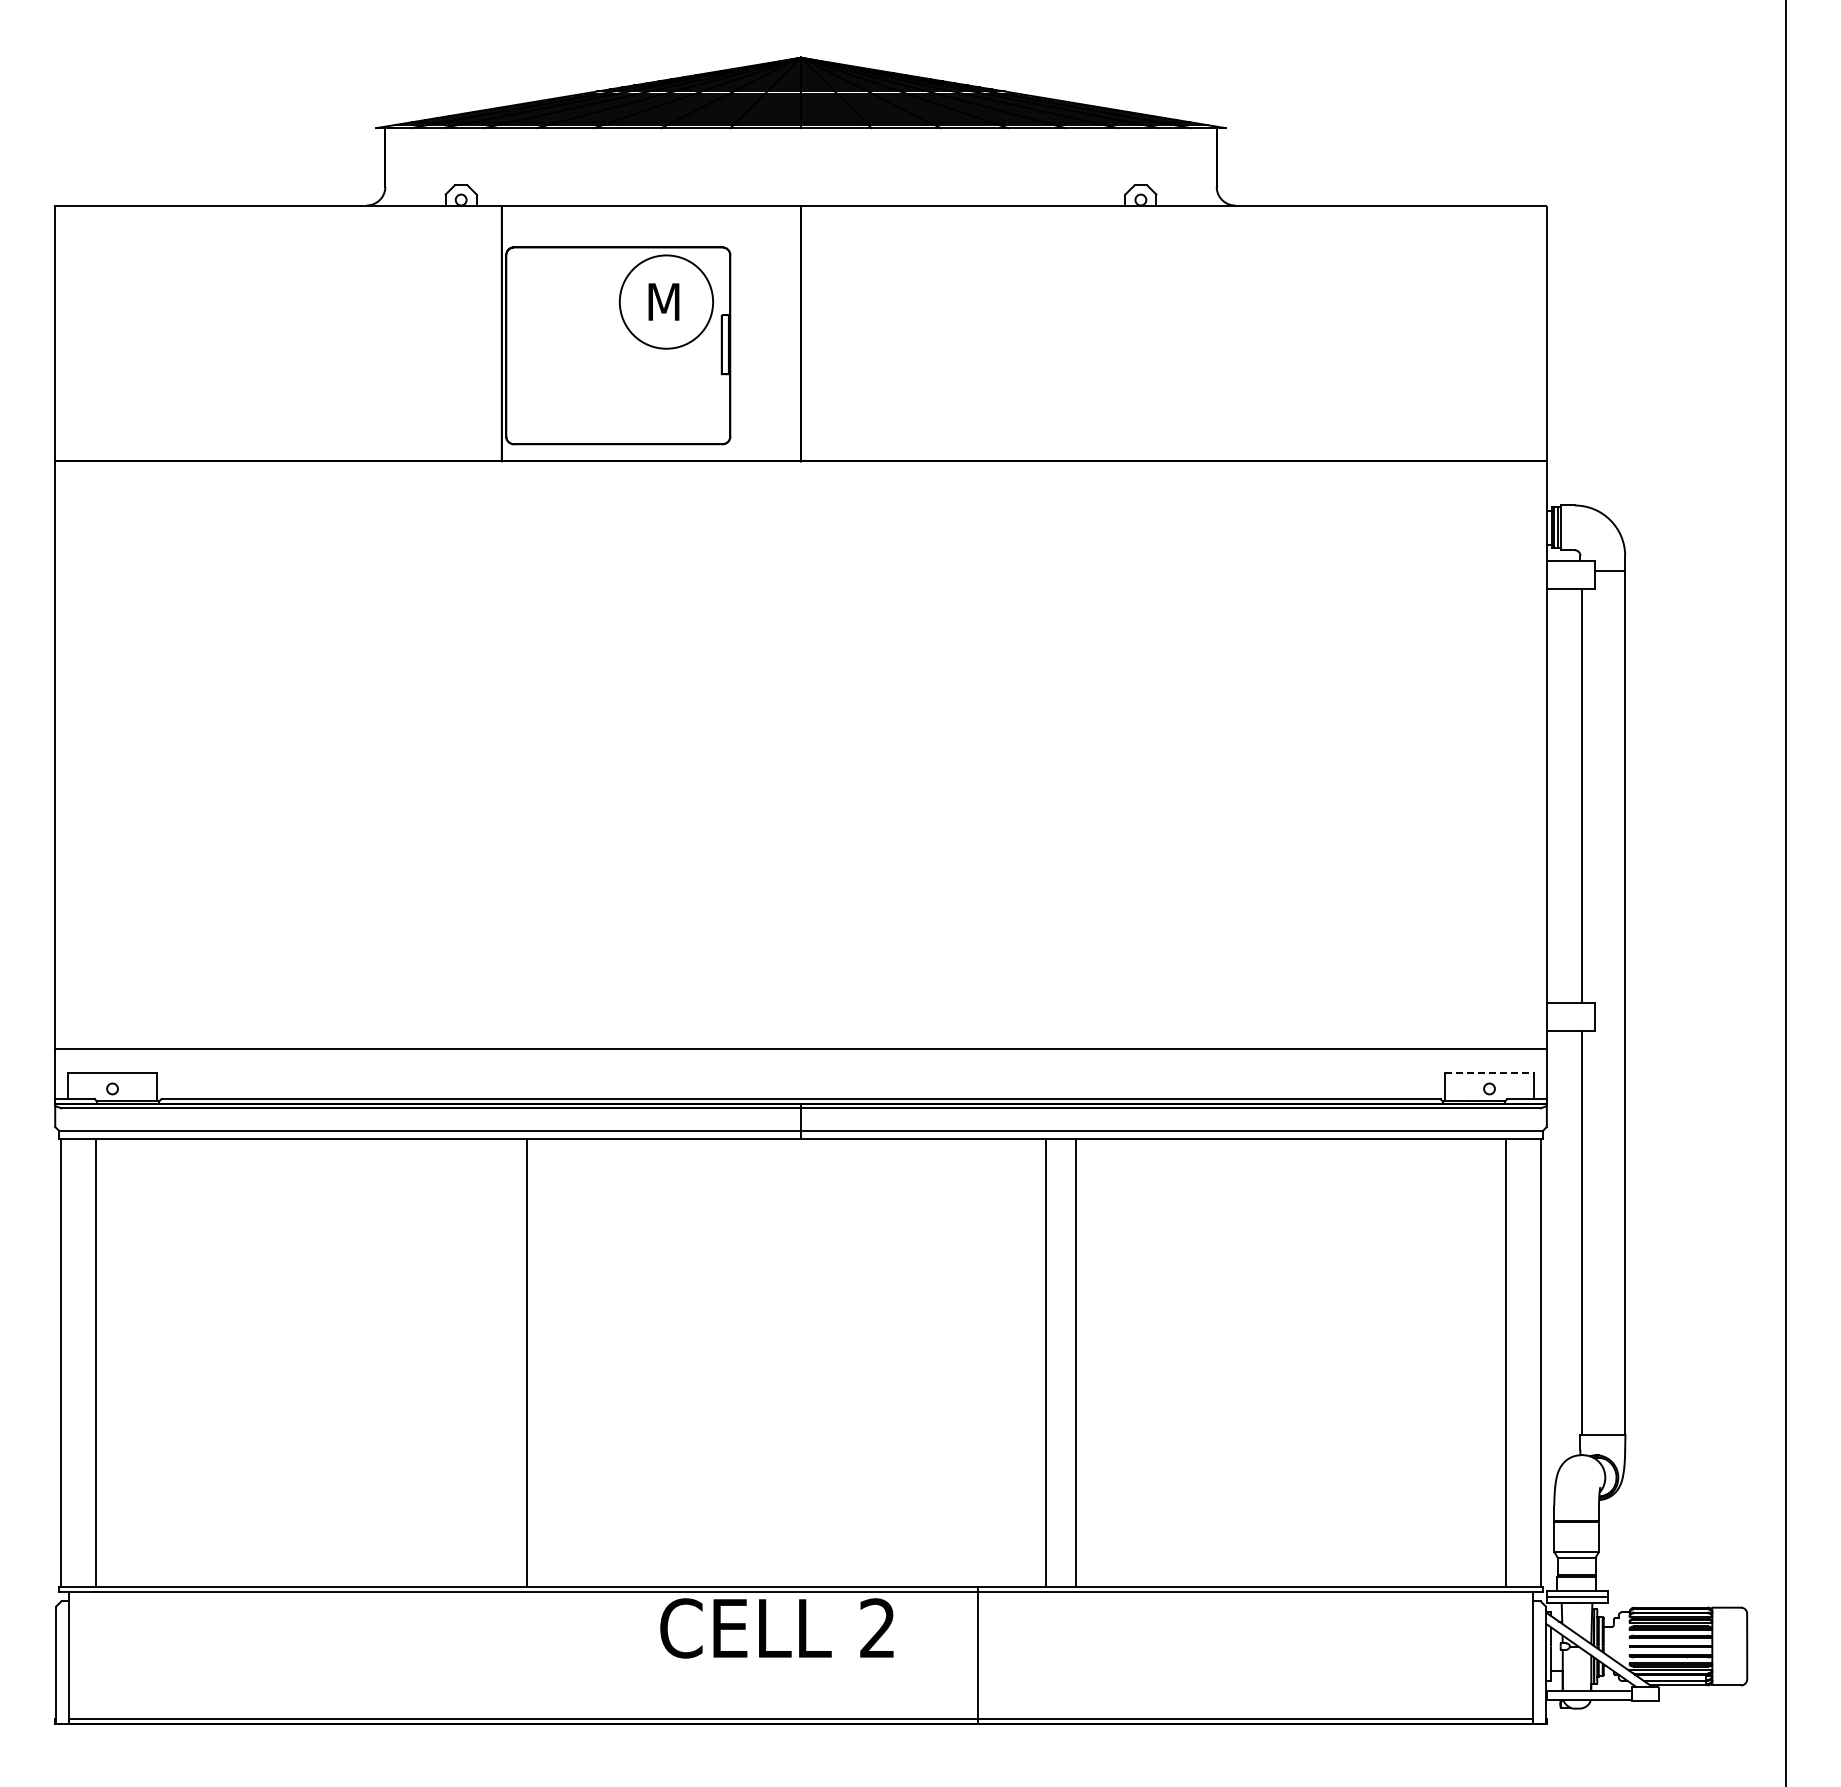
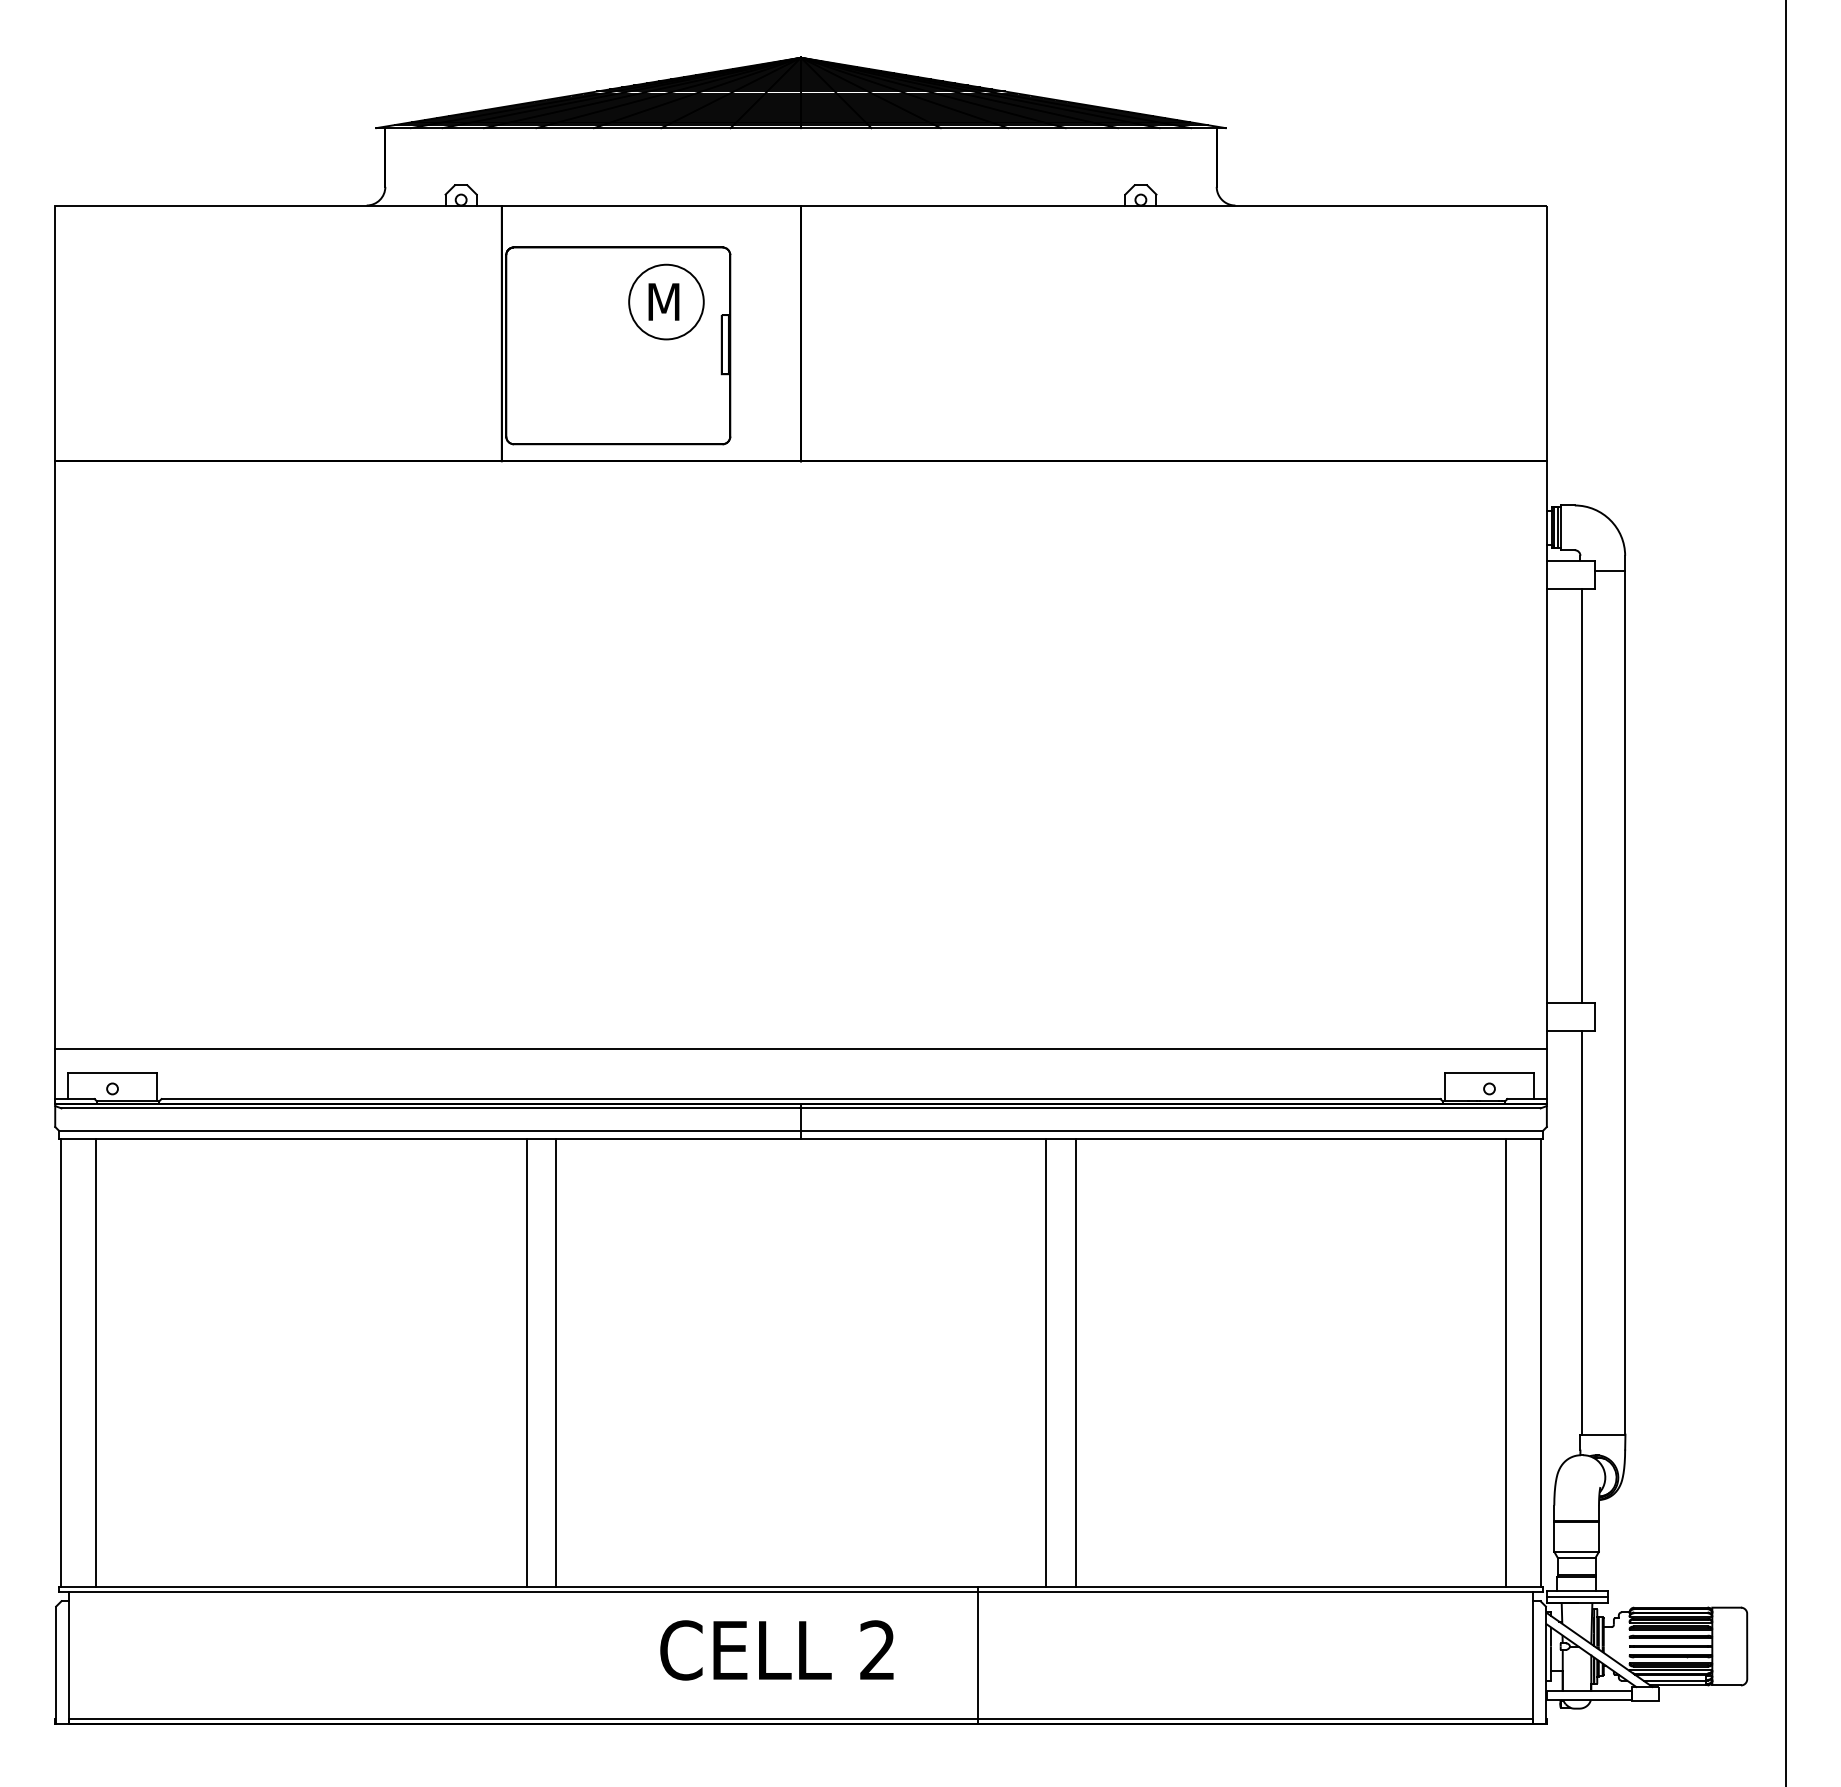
circle at (666, 301) diameter: 93 px -> 75 px
line at (1489, 1073): dashed -> solid
line at (556, 1363): none -> present
text at (776, 1628) position: (776, 1628) -> (776, 1650)
